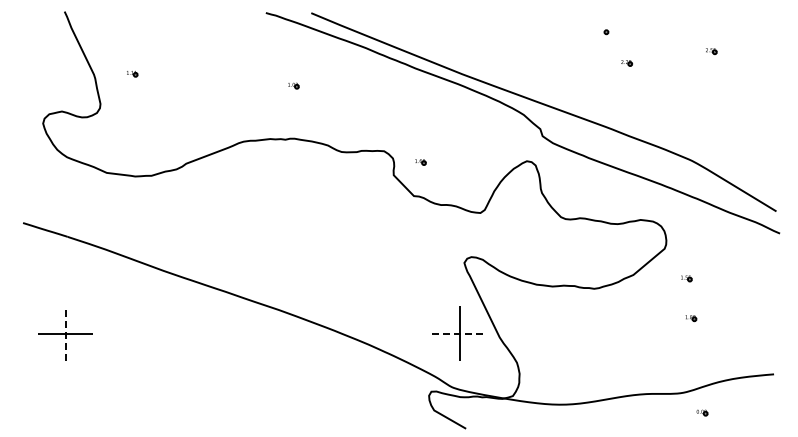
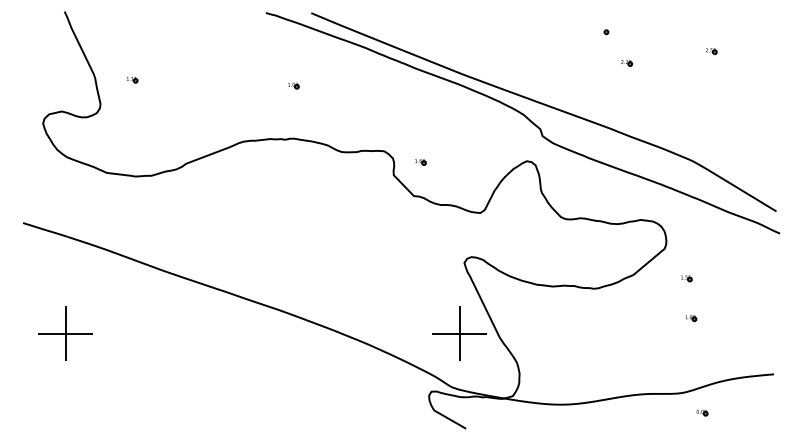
part at (132, 74) position: (132, 74) -> (132, 80)
line at (65, 333): dashed -> solid
line at (459, 333): dashed -> solid
